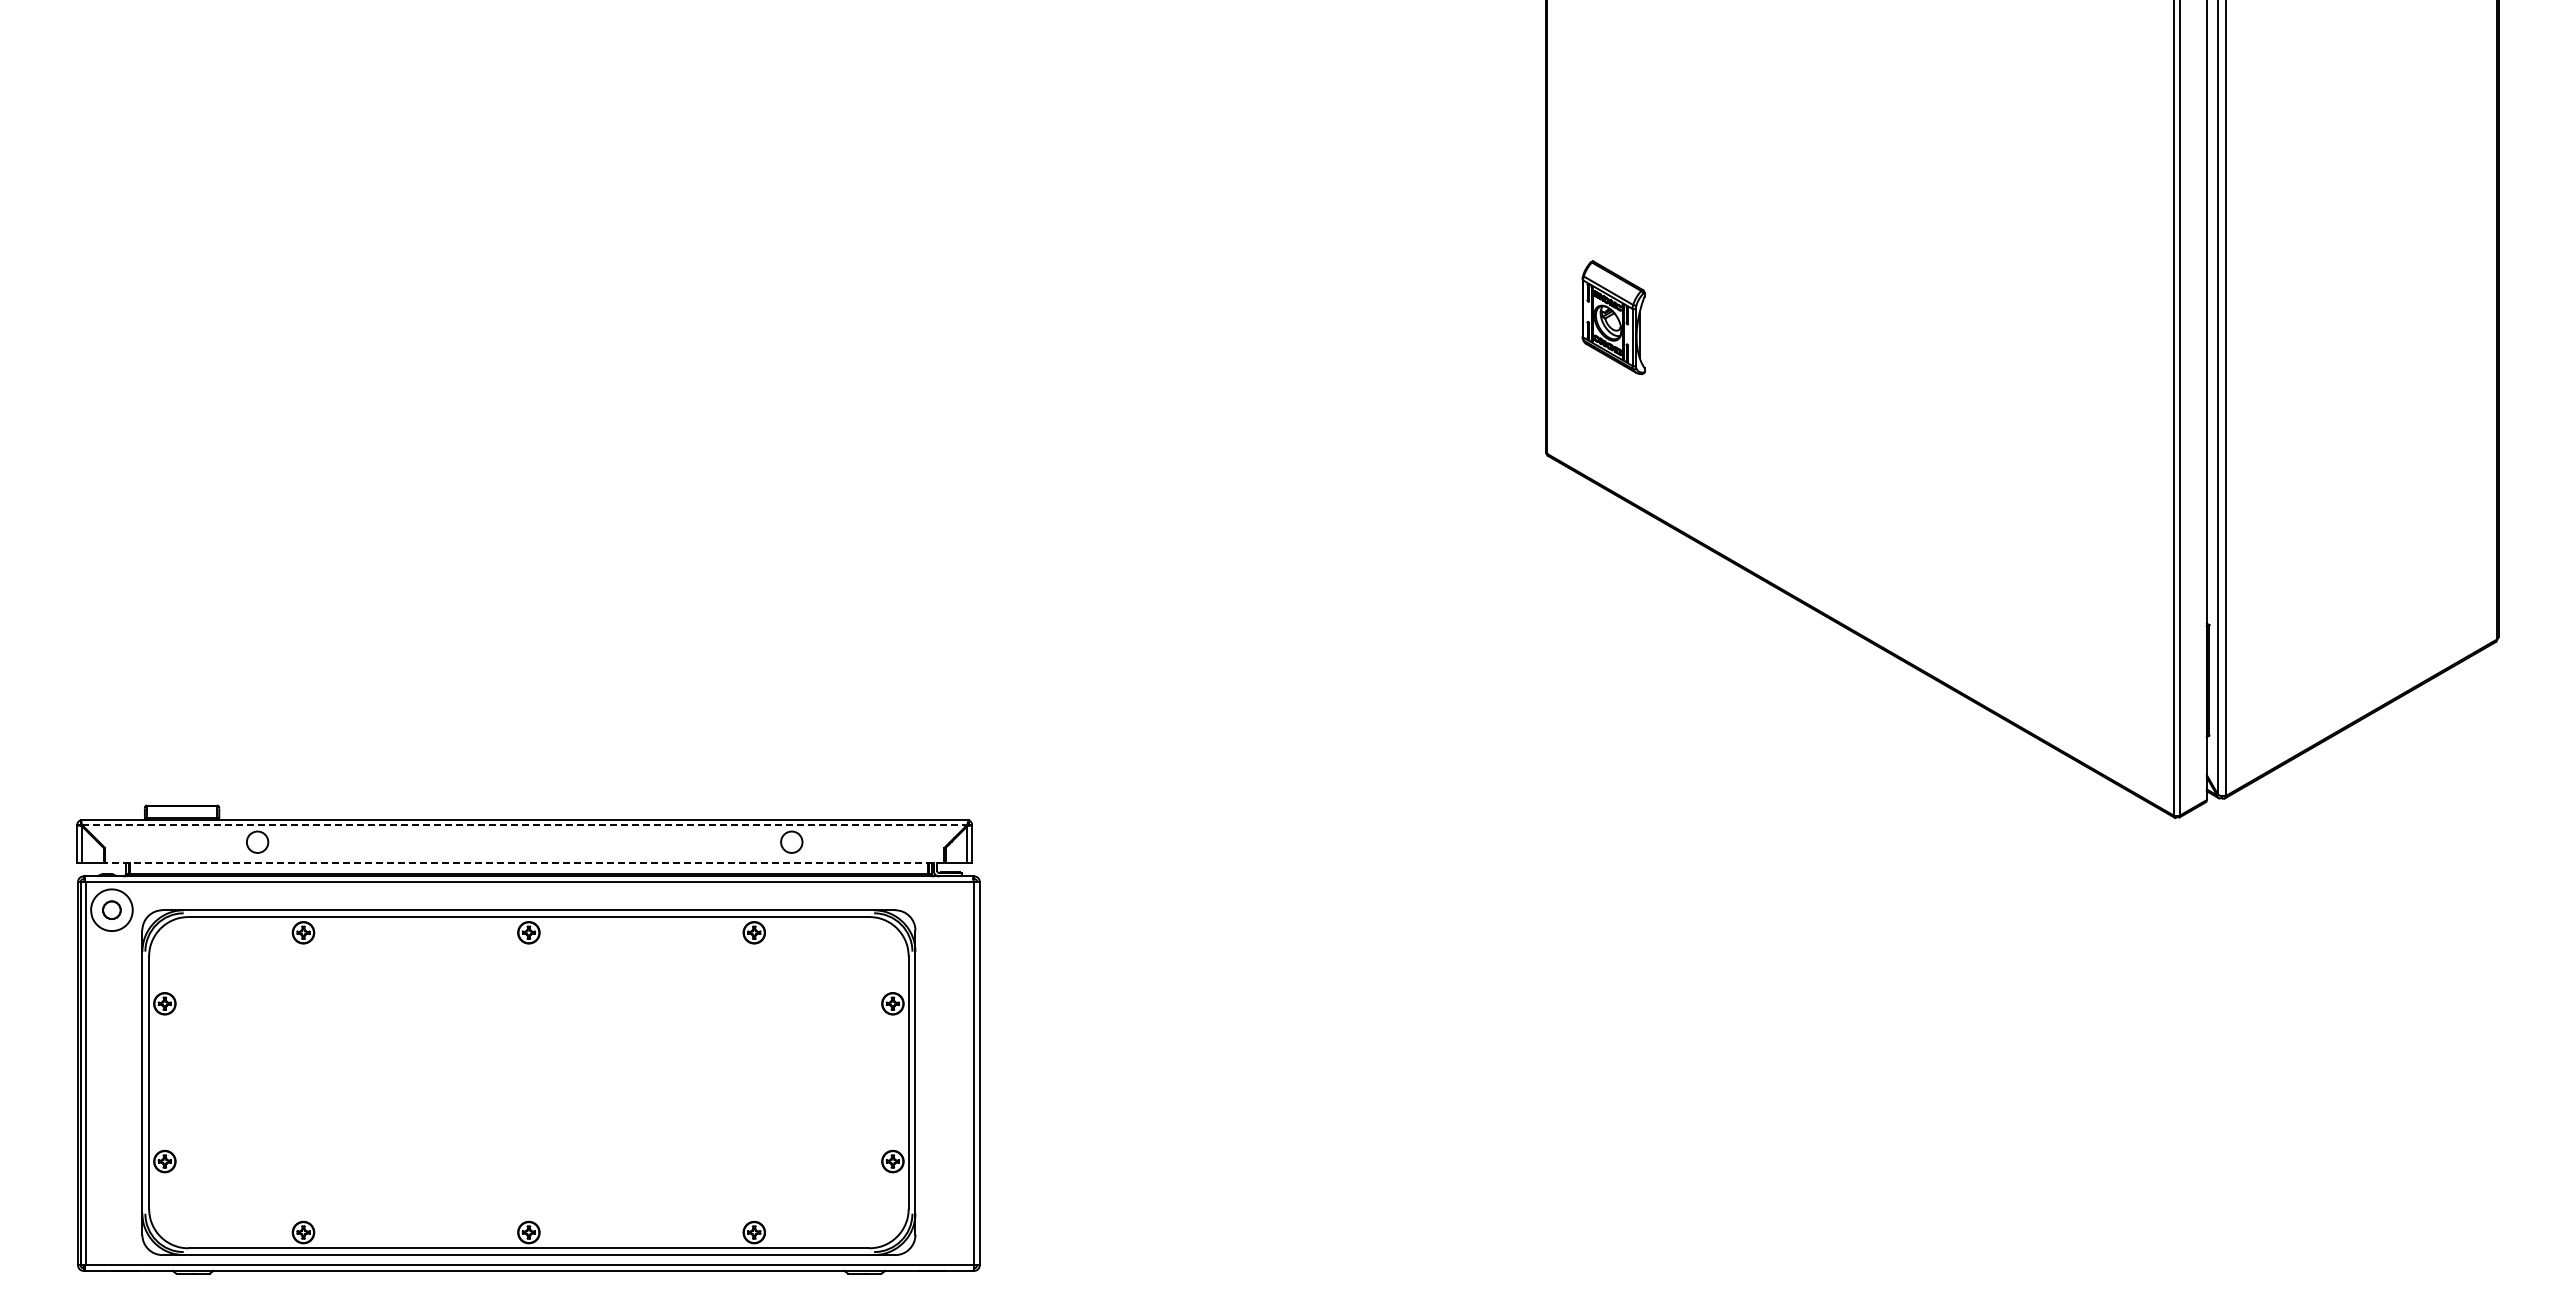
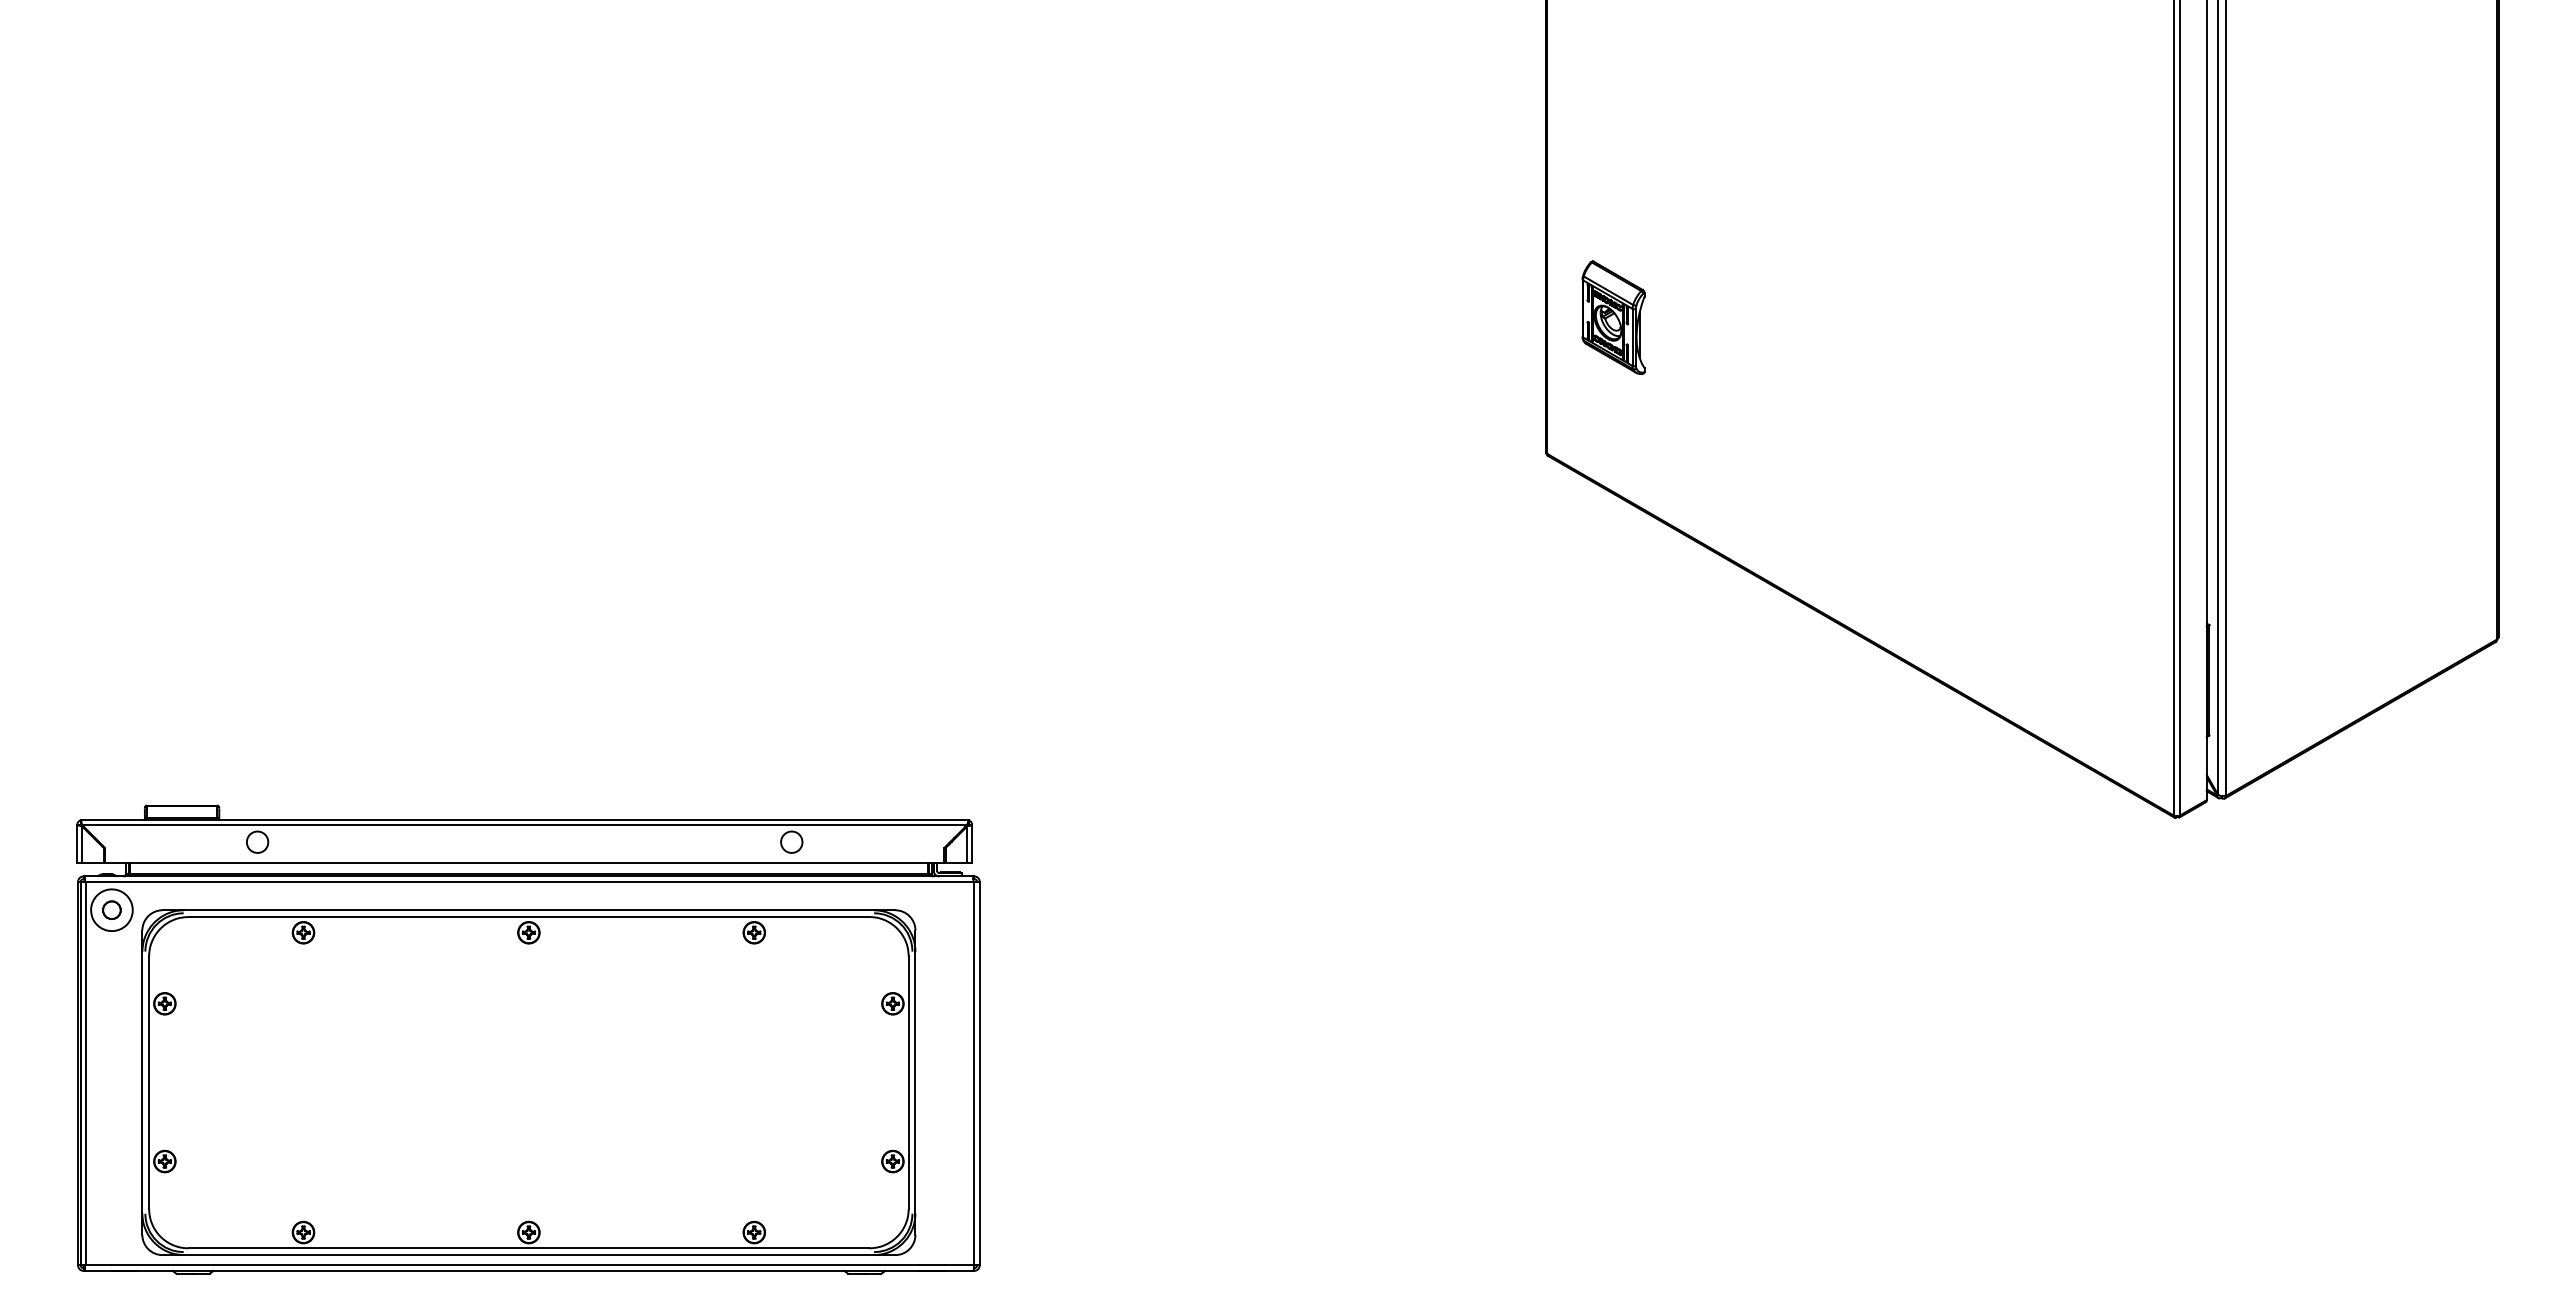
line at (524, 824): dashed -> solid
line at (524, 862): dashed -> solid
